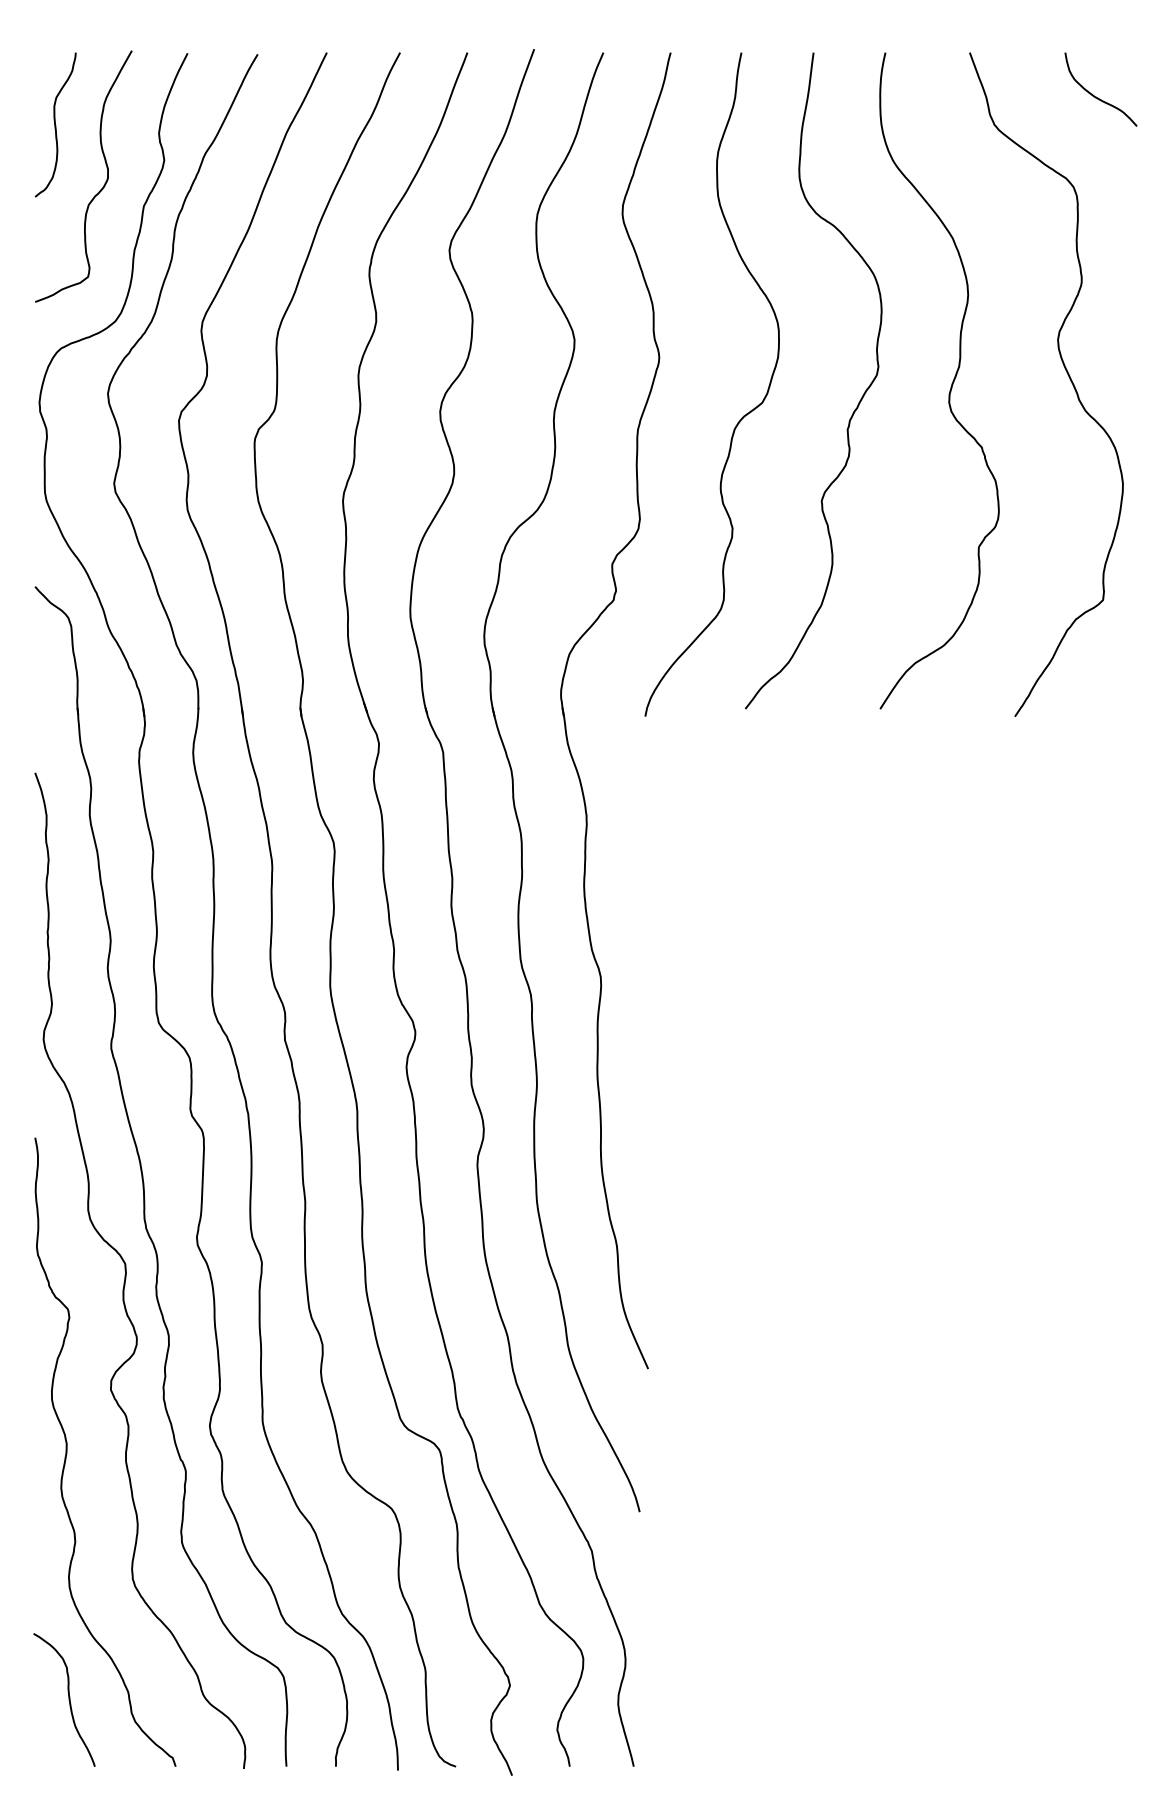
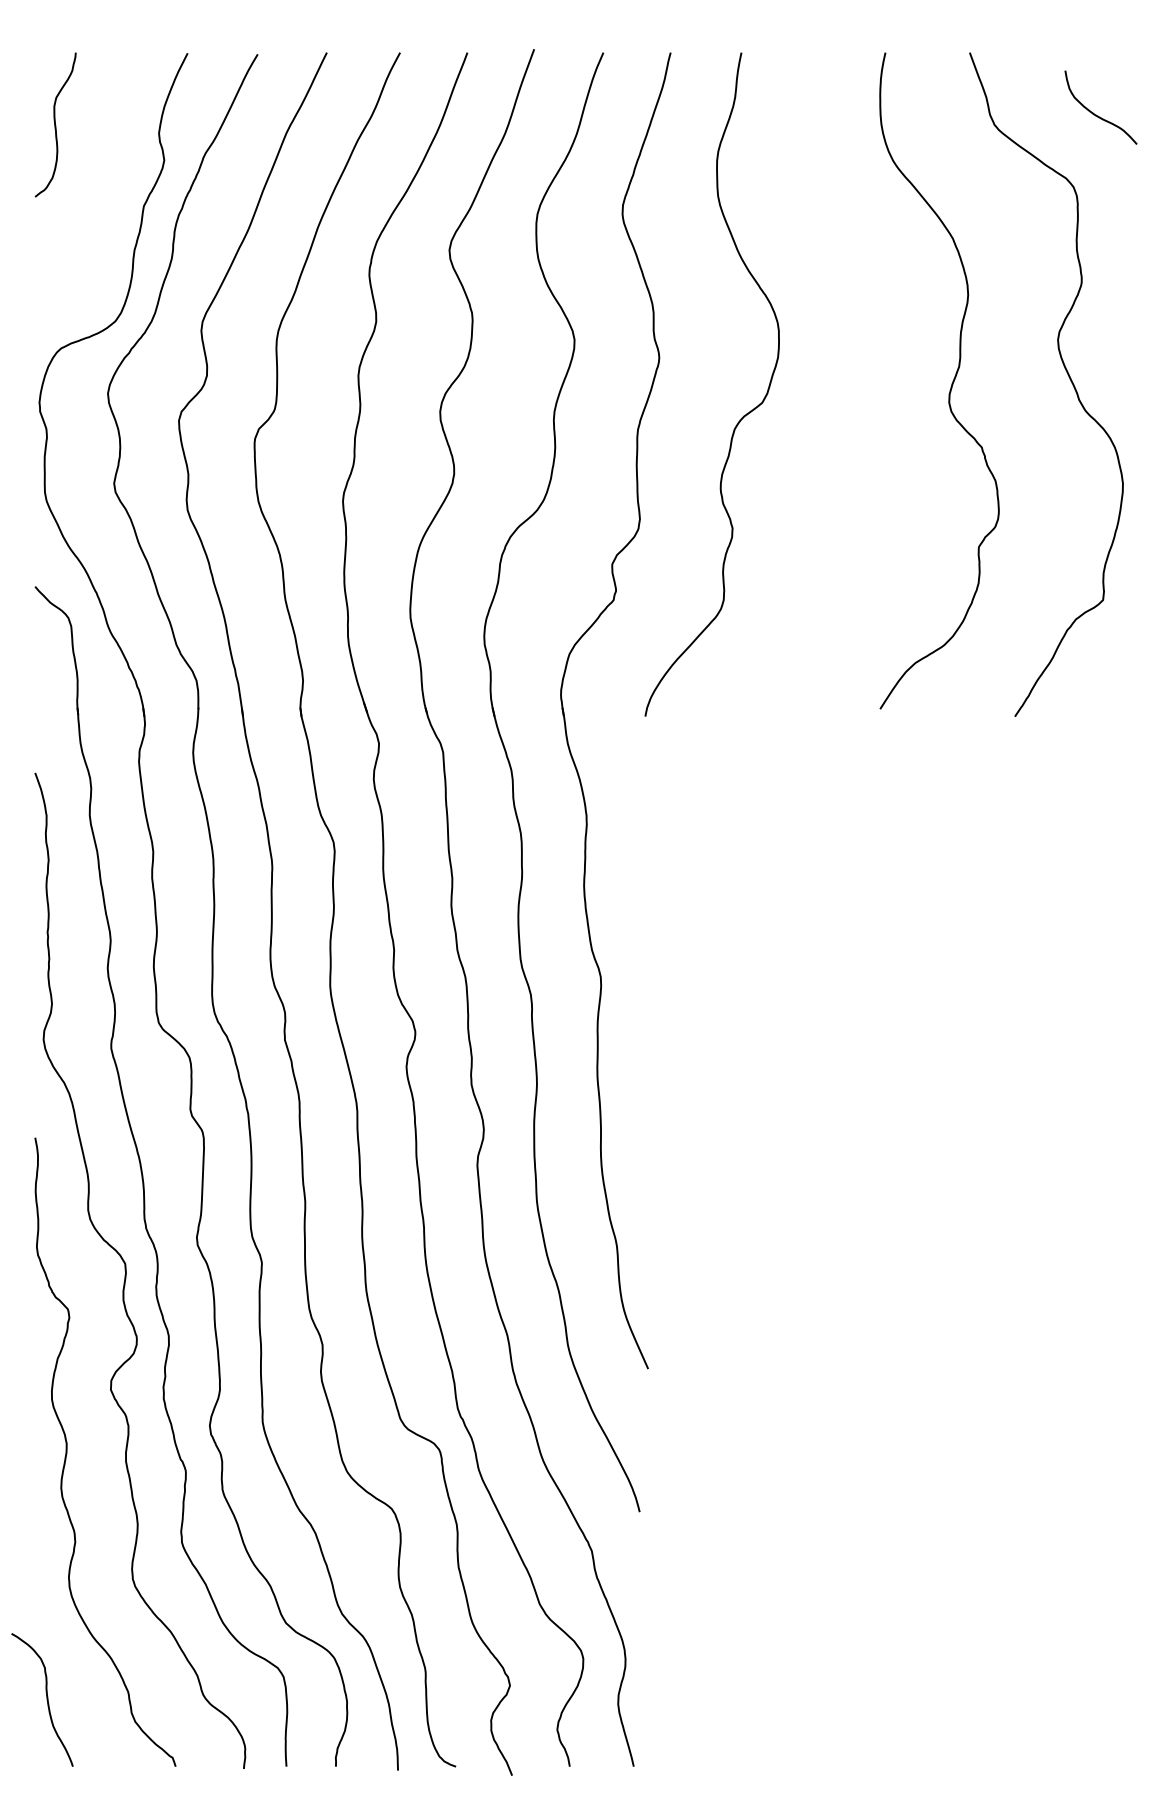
curve at (1096, 96) position: (1096, 96) -> (1096, 114)
curve at (98, 191): present -> none
curve at (858, 402): present -> none
curve at (68, 1699) position: (68, 1699) -> (46, 1699)
